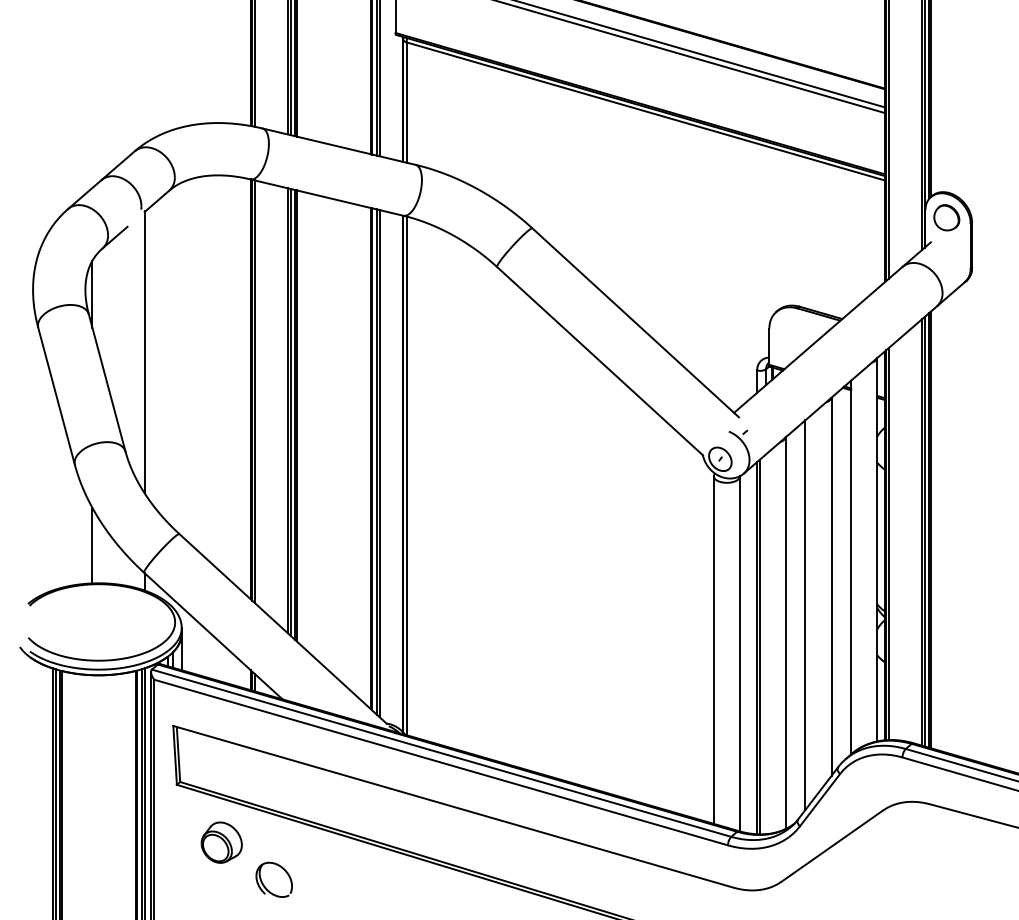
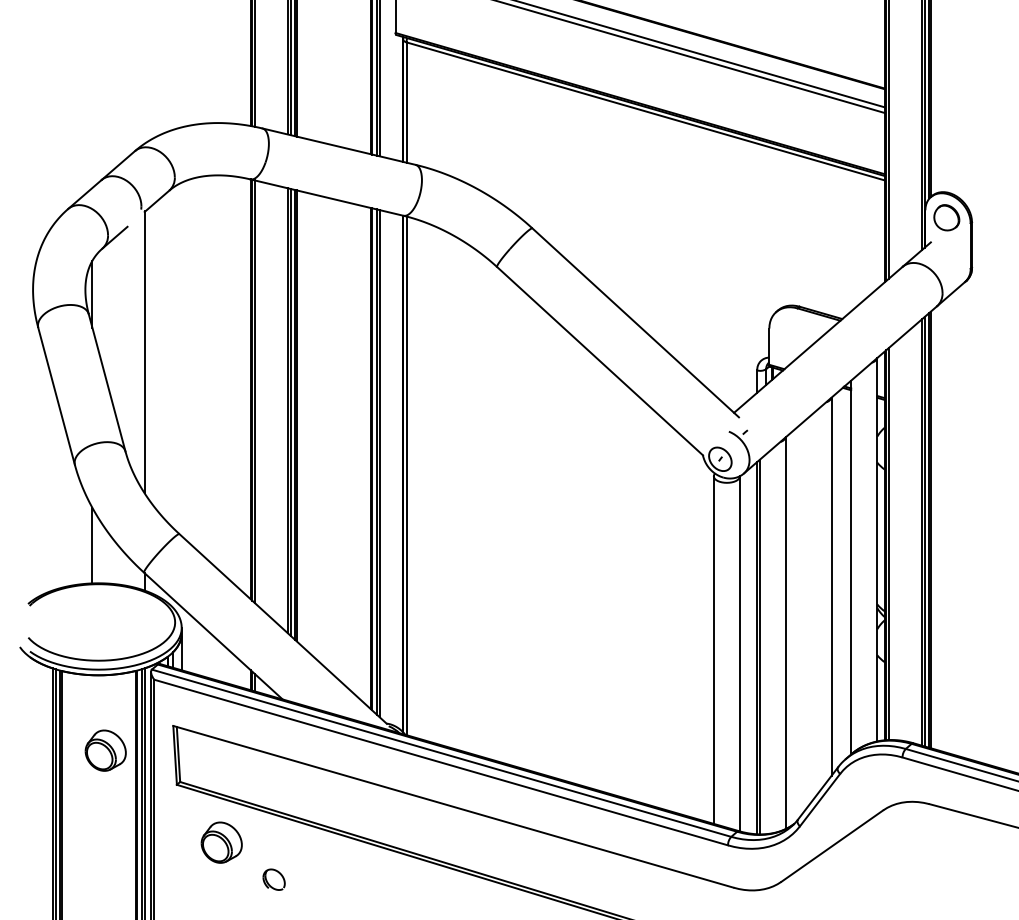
line at (805, 614): present -> none
part at (105, 750): none -> present
part at (273, 879) size: 38x37 px -> 24x23 px
